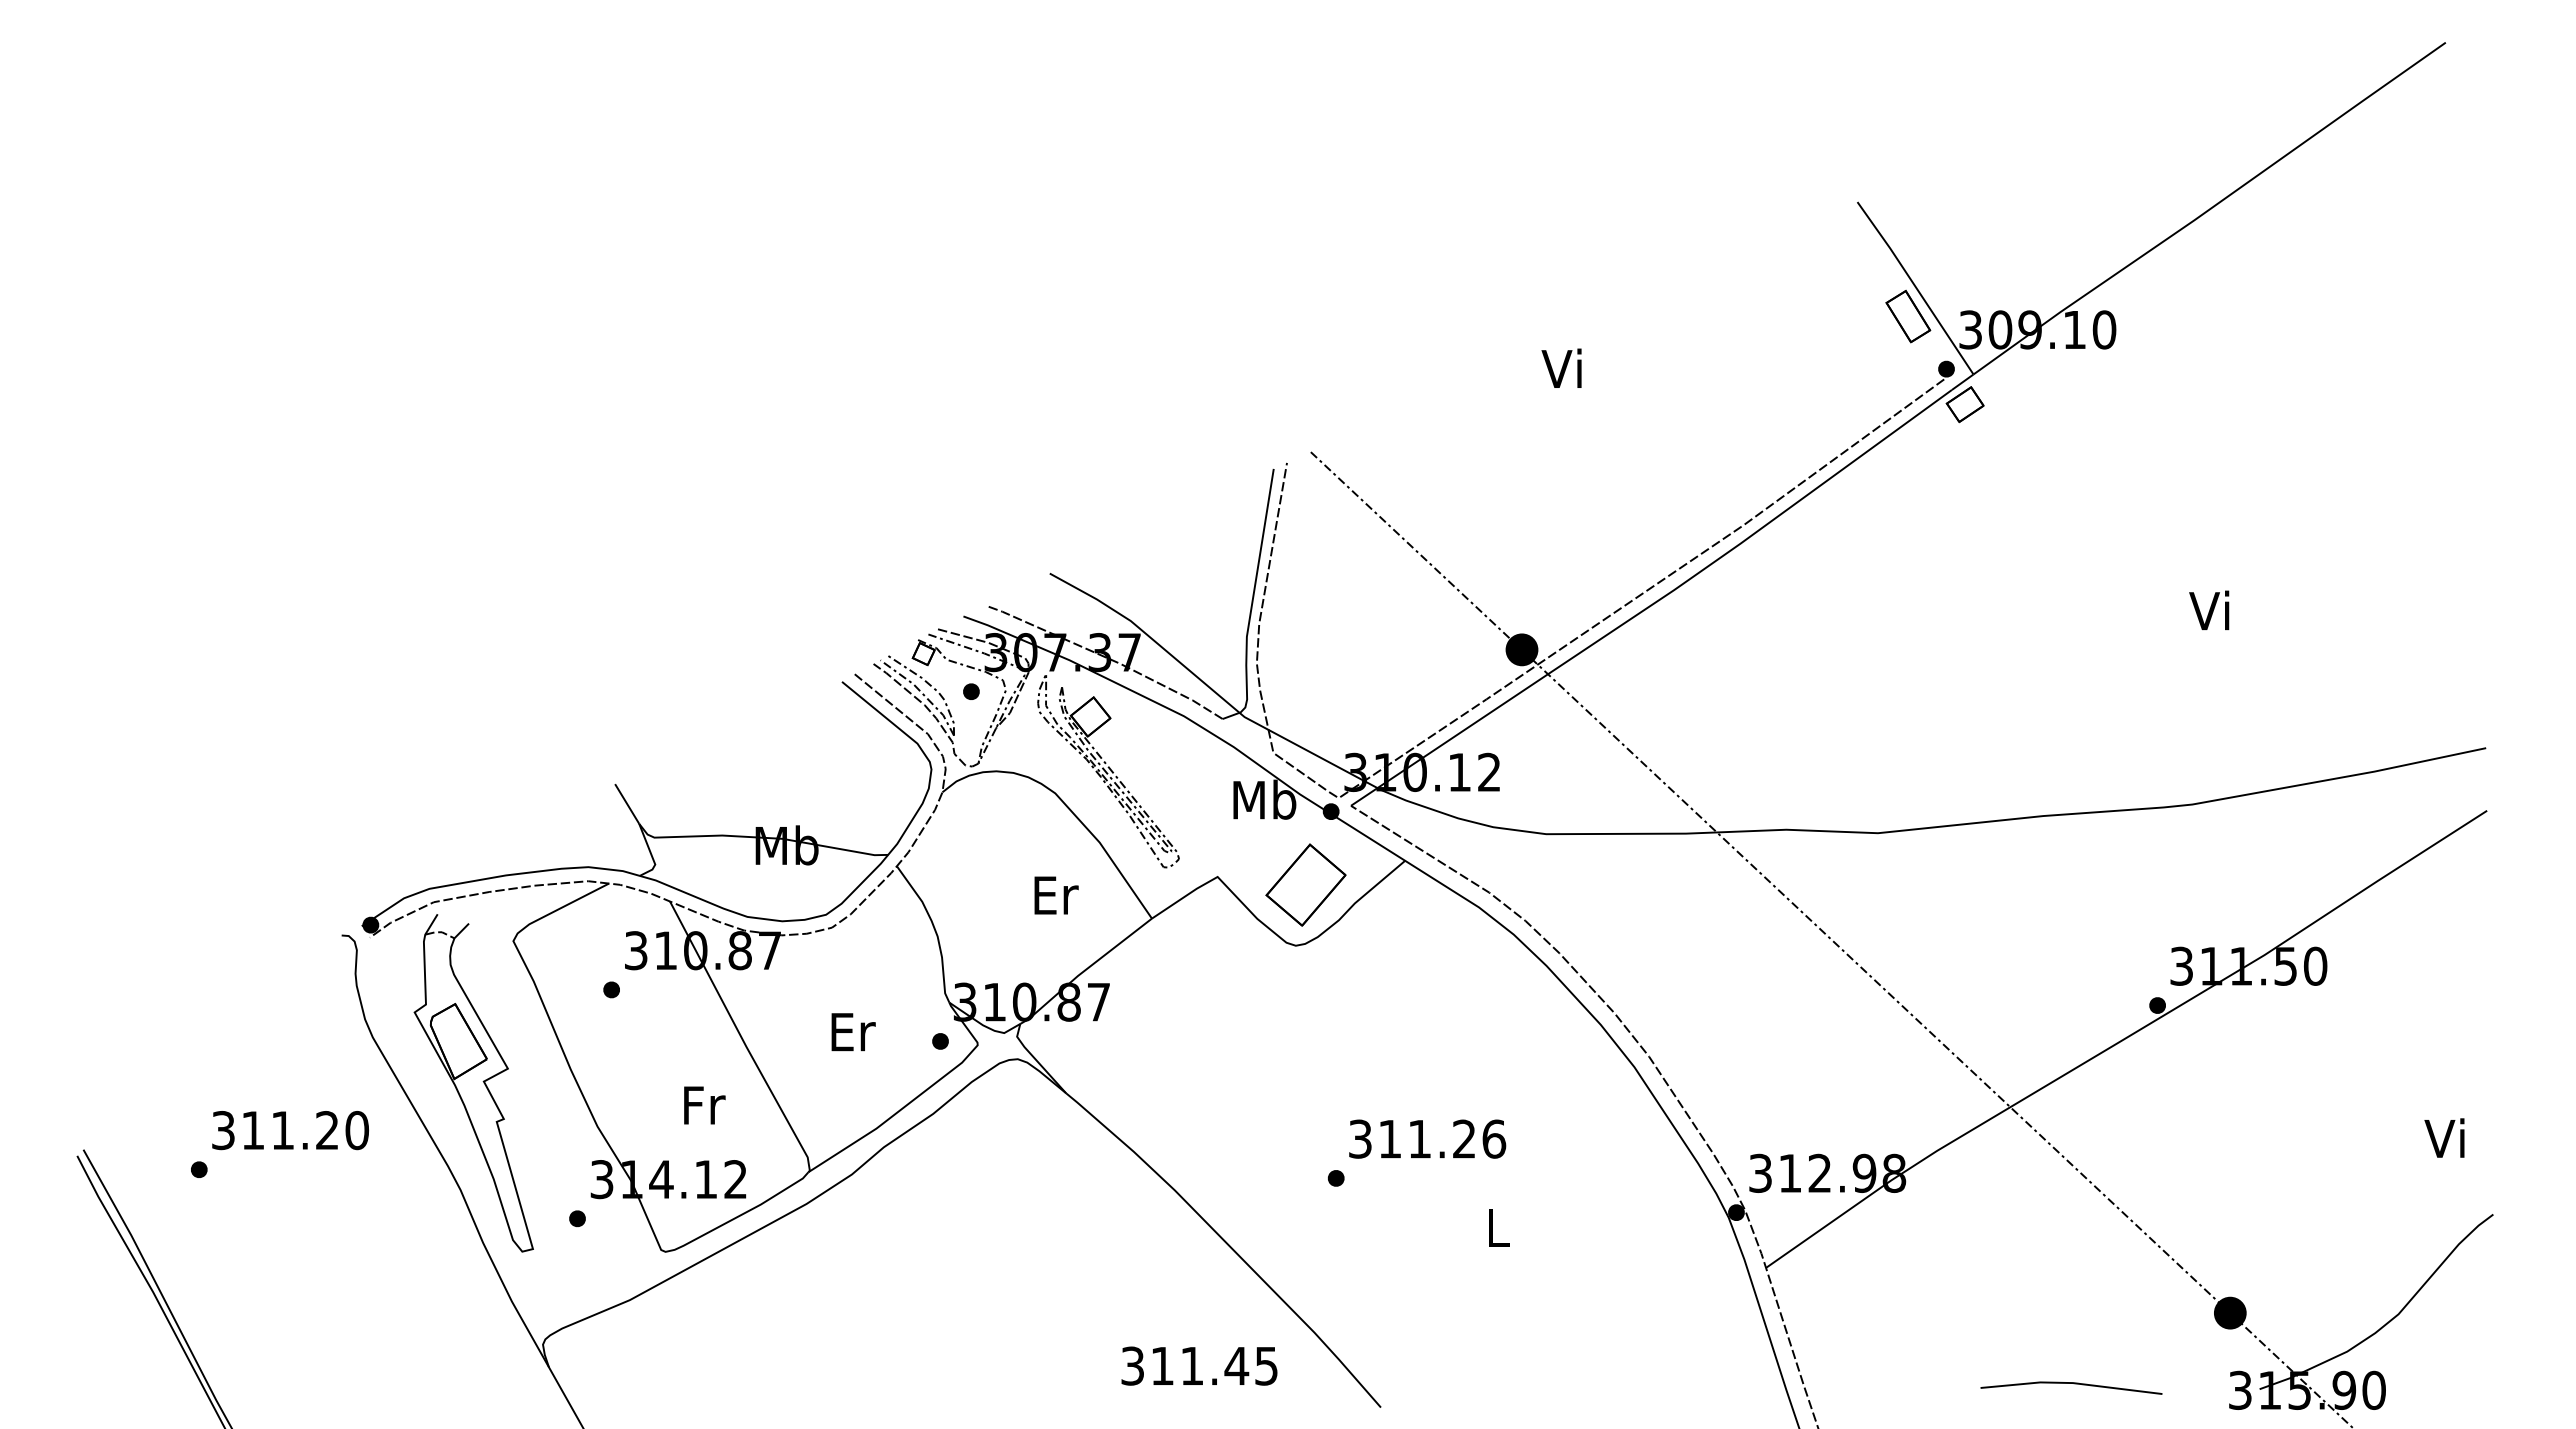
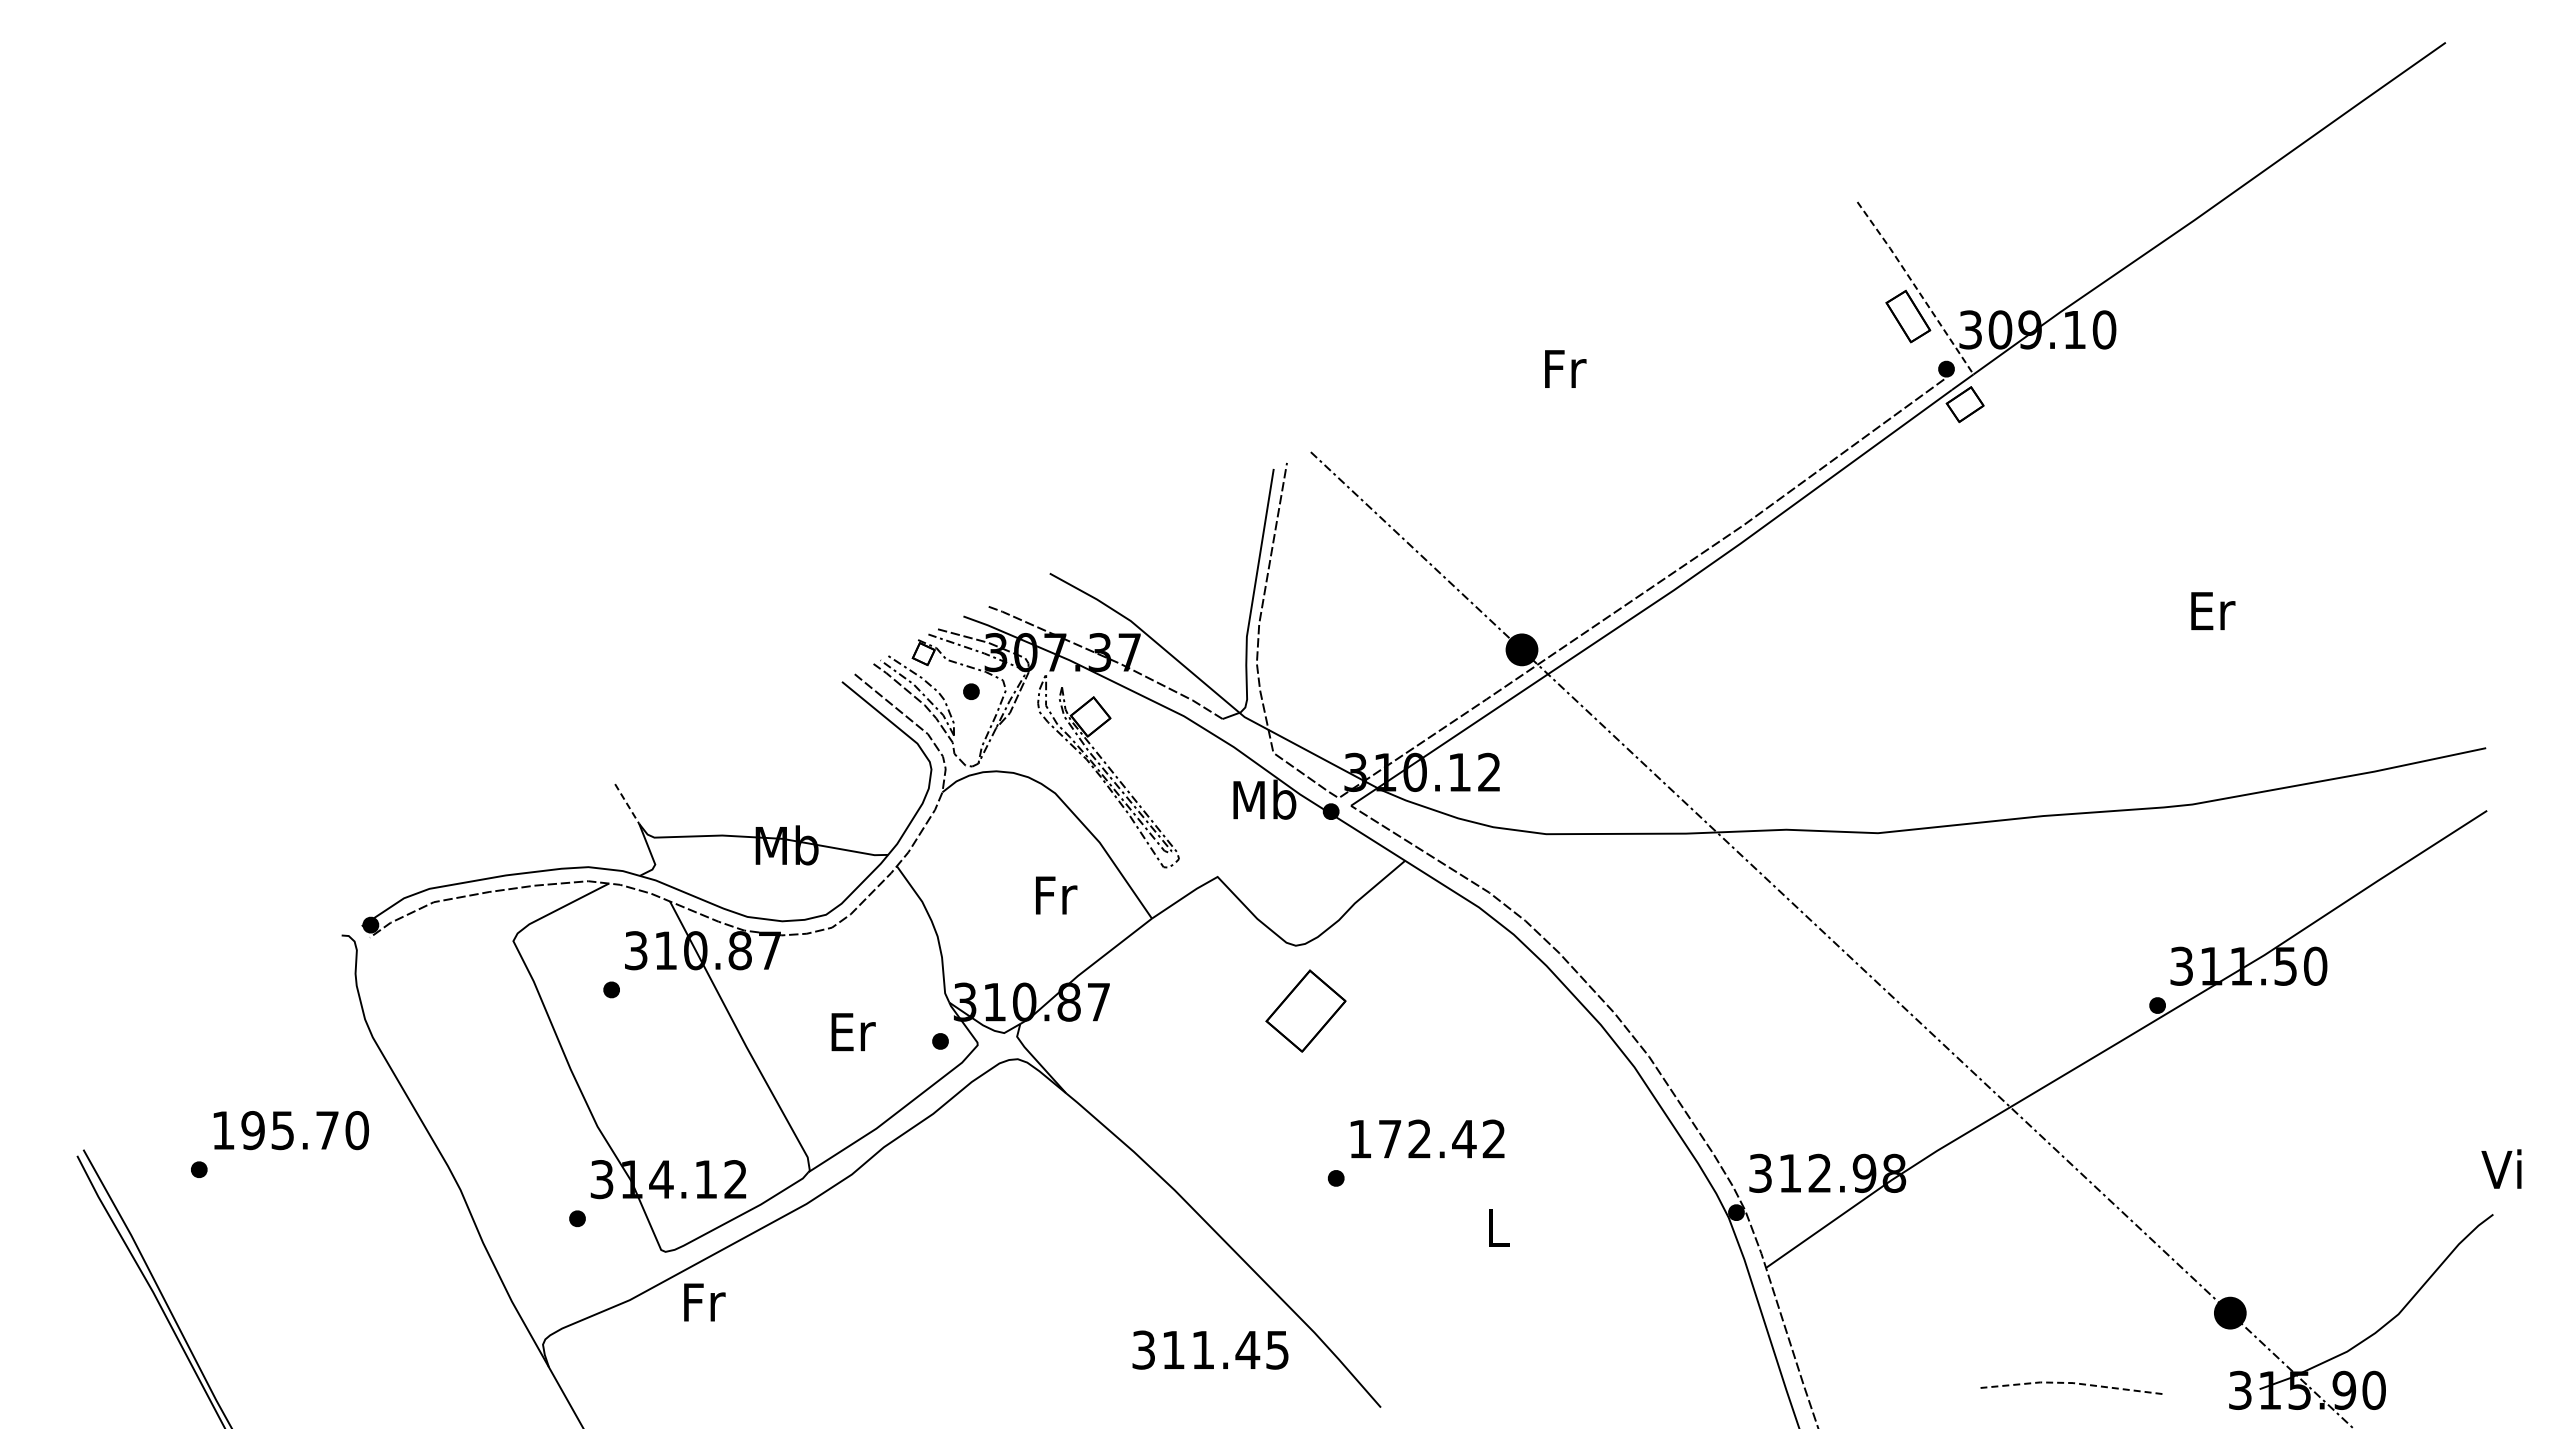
line at (1915, 287): solid -> dashed
text at (1563, 367): Vi -> Fr
text at (2212, 610): Vi -> Er
line at (627, 804): solid -> dashed
part at (1305, 884) position: (1305, 884) -> (1305, 1010)
text at (1056, 895): Er -> Fr
part at (482, 1081): present -> none
text at (704, 1105) position: (704, 1105) -> (704, 1302)
text at (275, 1130): 311.20 -> 195.70
text at (2444, 1137) position: (2444, 1137) -> (2501, 1168)
text at (1427, 1138): 311.26 -> 172.42
text at (1199, 1365) position: (1199, 1365) -> (1210, 1349)
line at (2071, 1383): solid -> dashed
